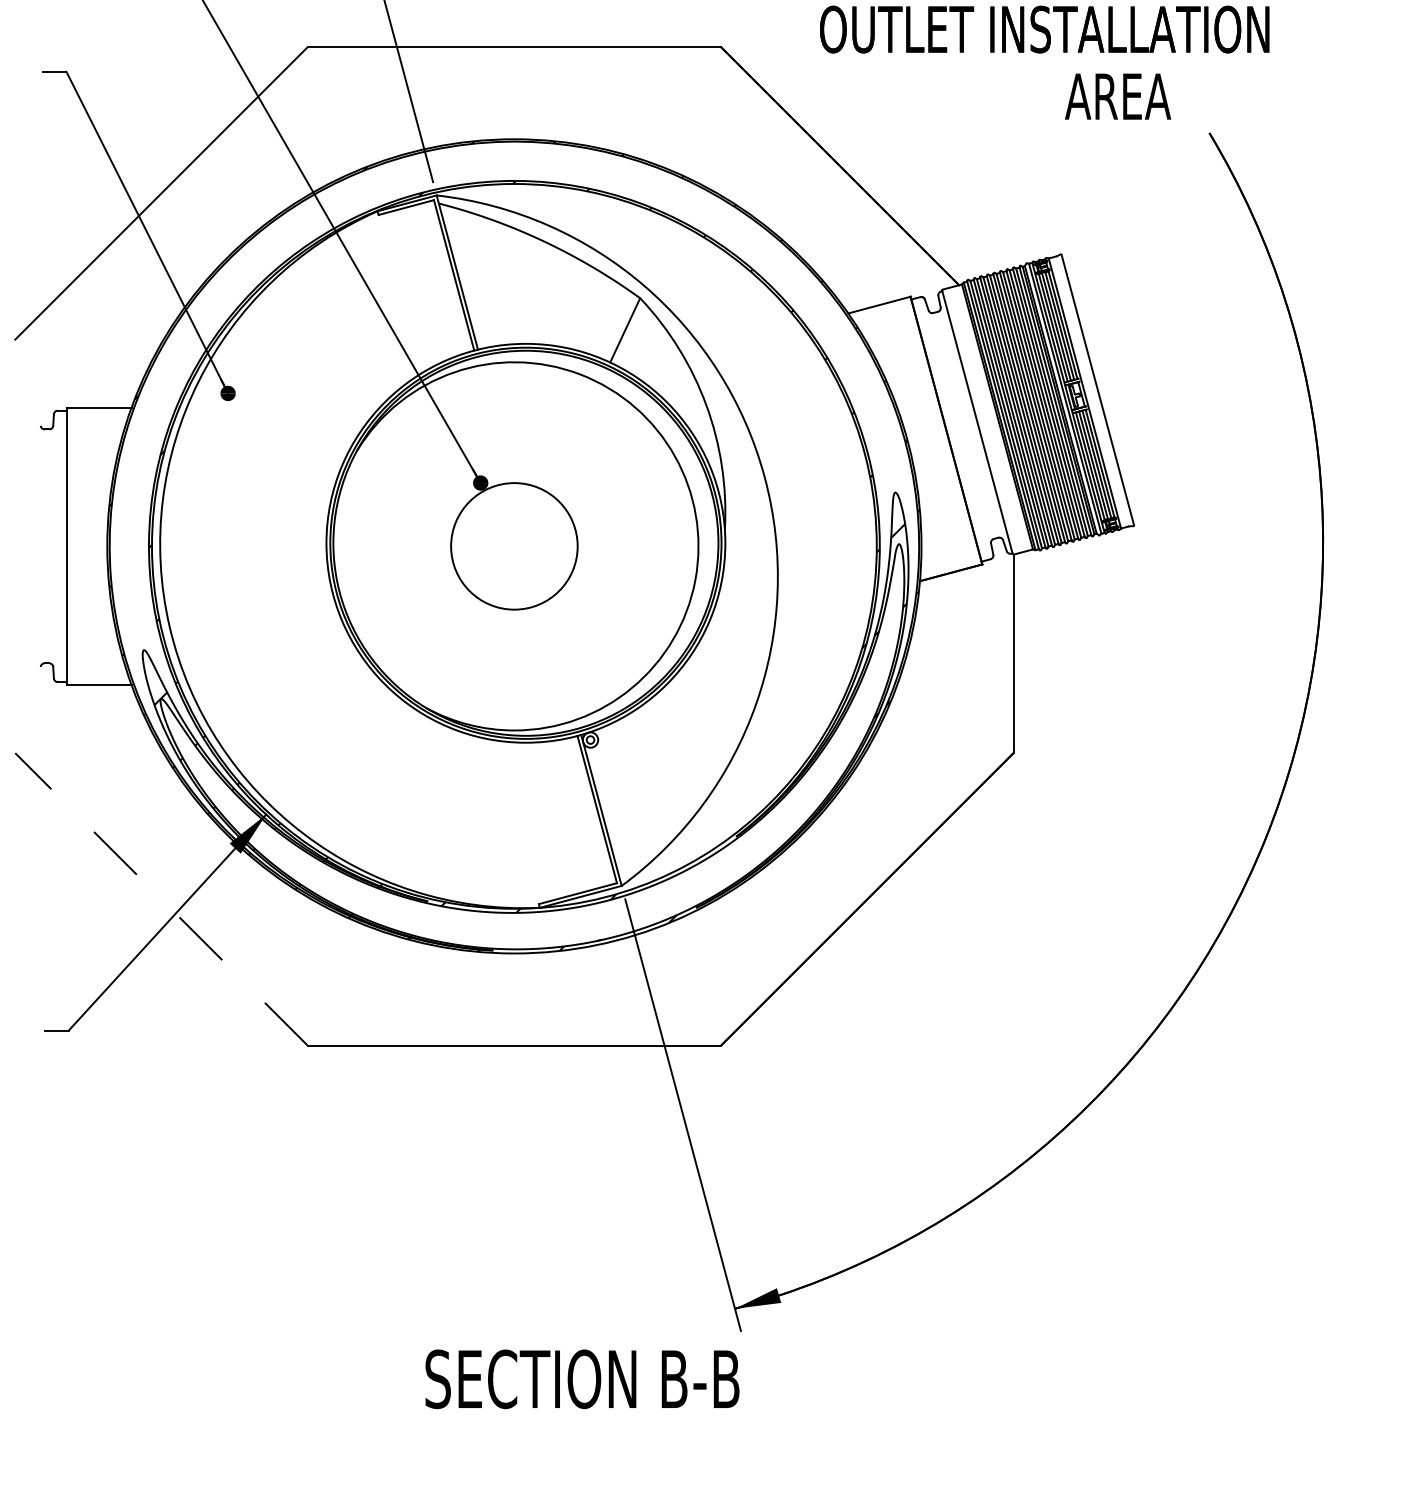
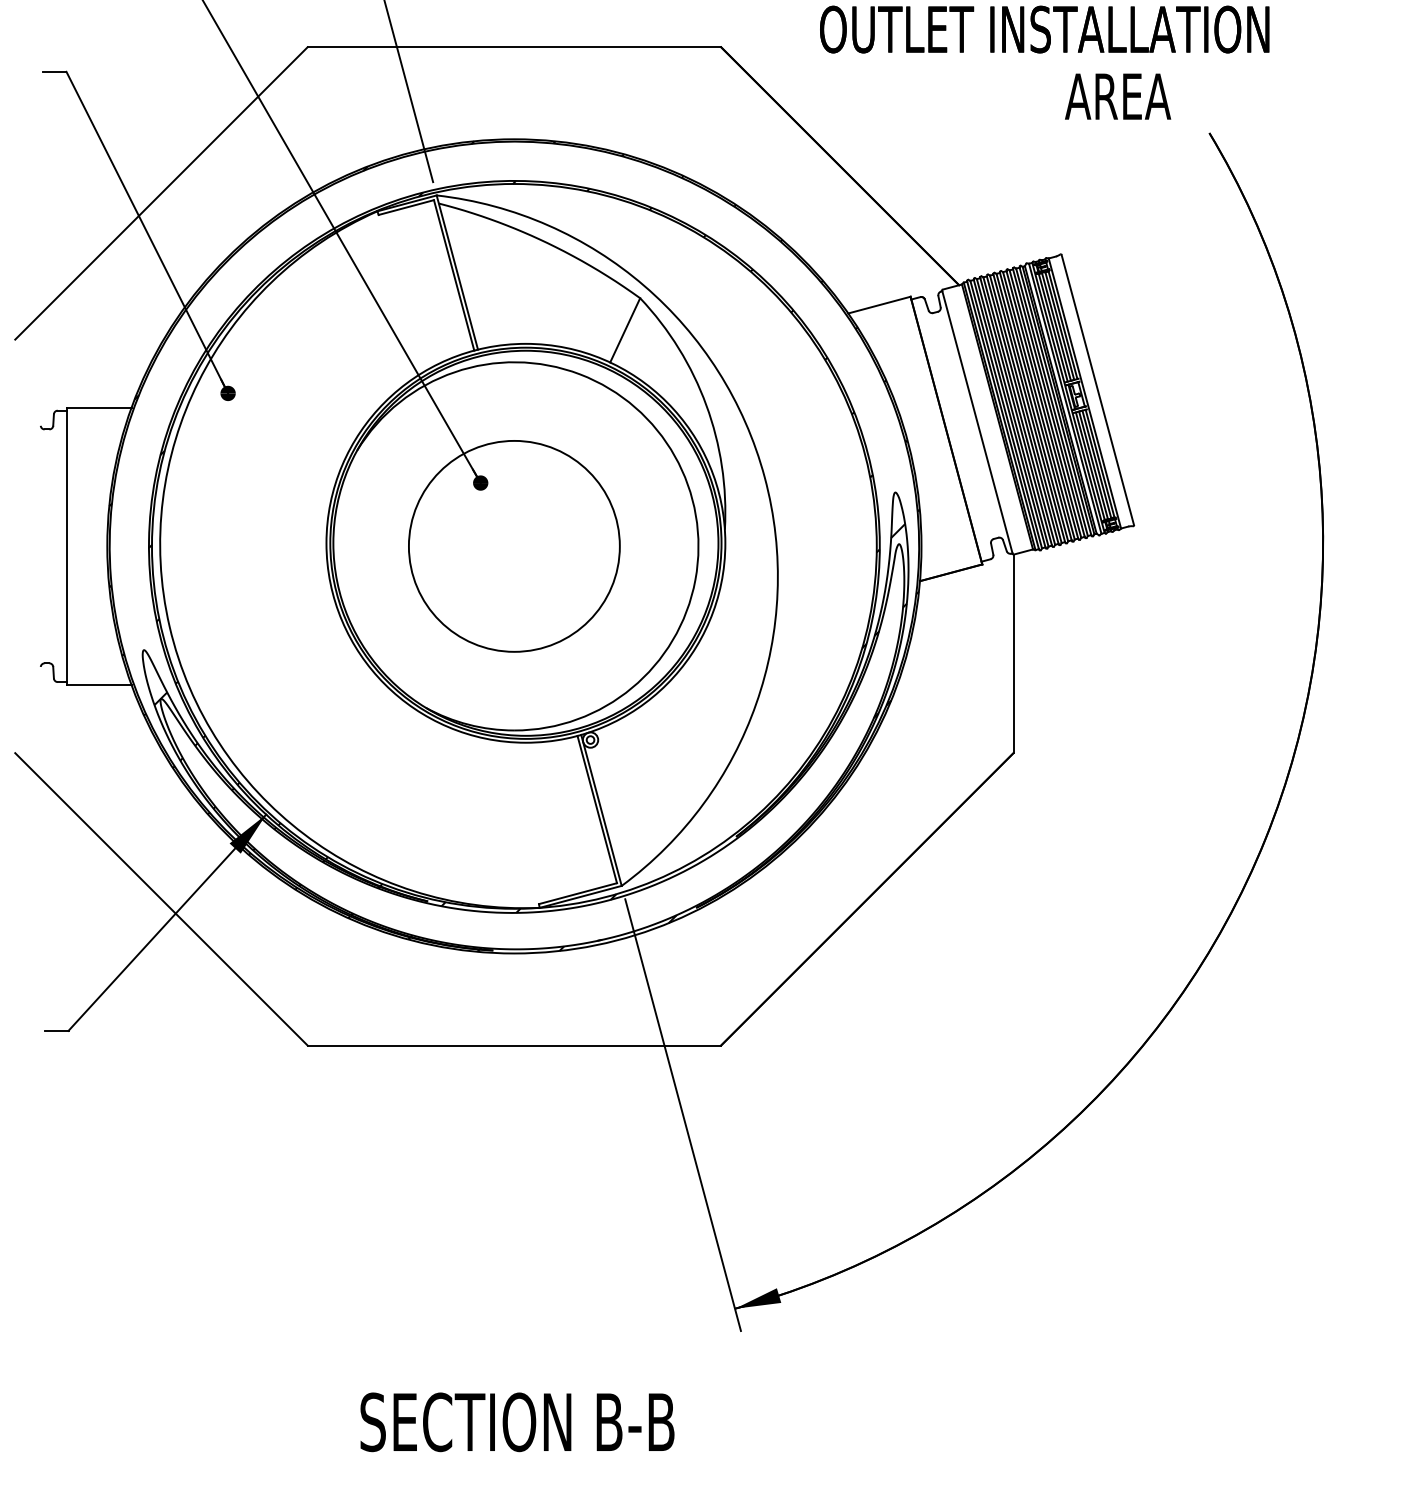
circle at (514, 546) diameter: 127 px -> 211 px
line at (161, 899): dashed -> solid
text at (582, 1379) position: (582, 1379) -> (517, 1422)
